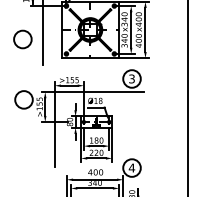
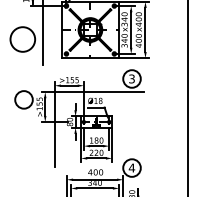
circle at (22, 39) size: 20x21 px -> 27x27 px
